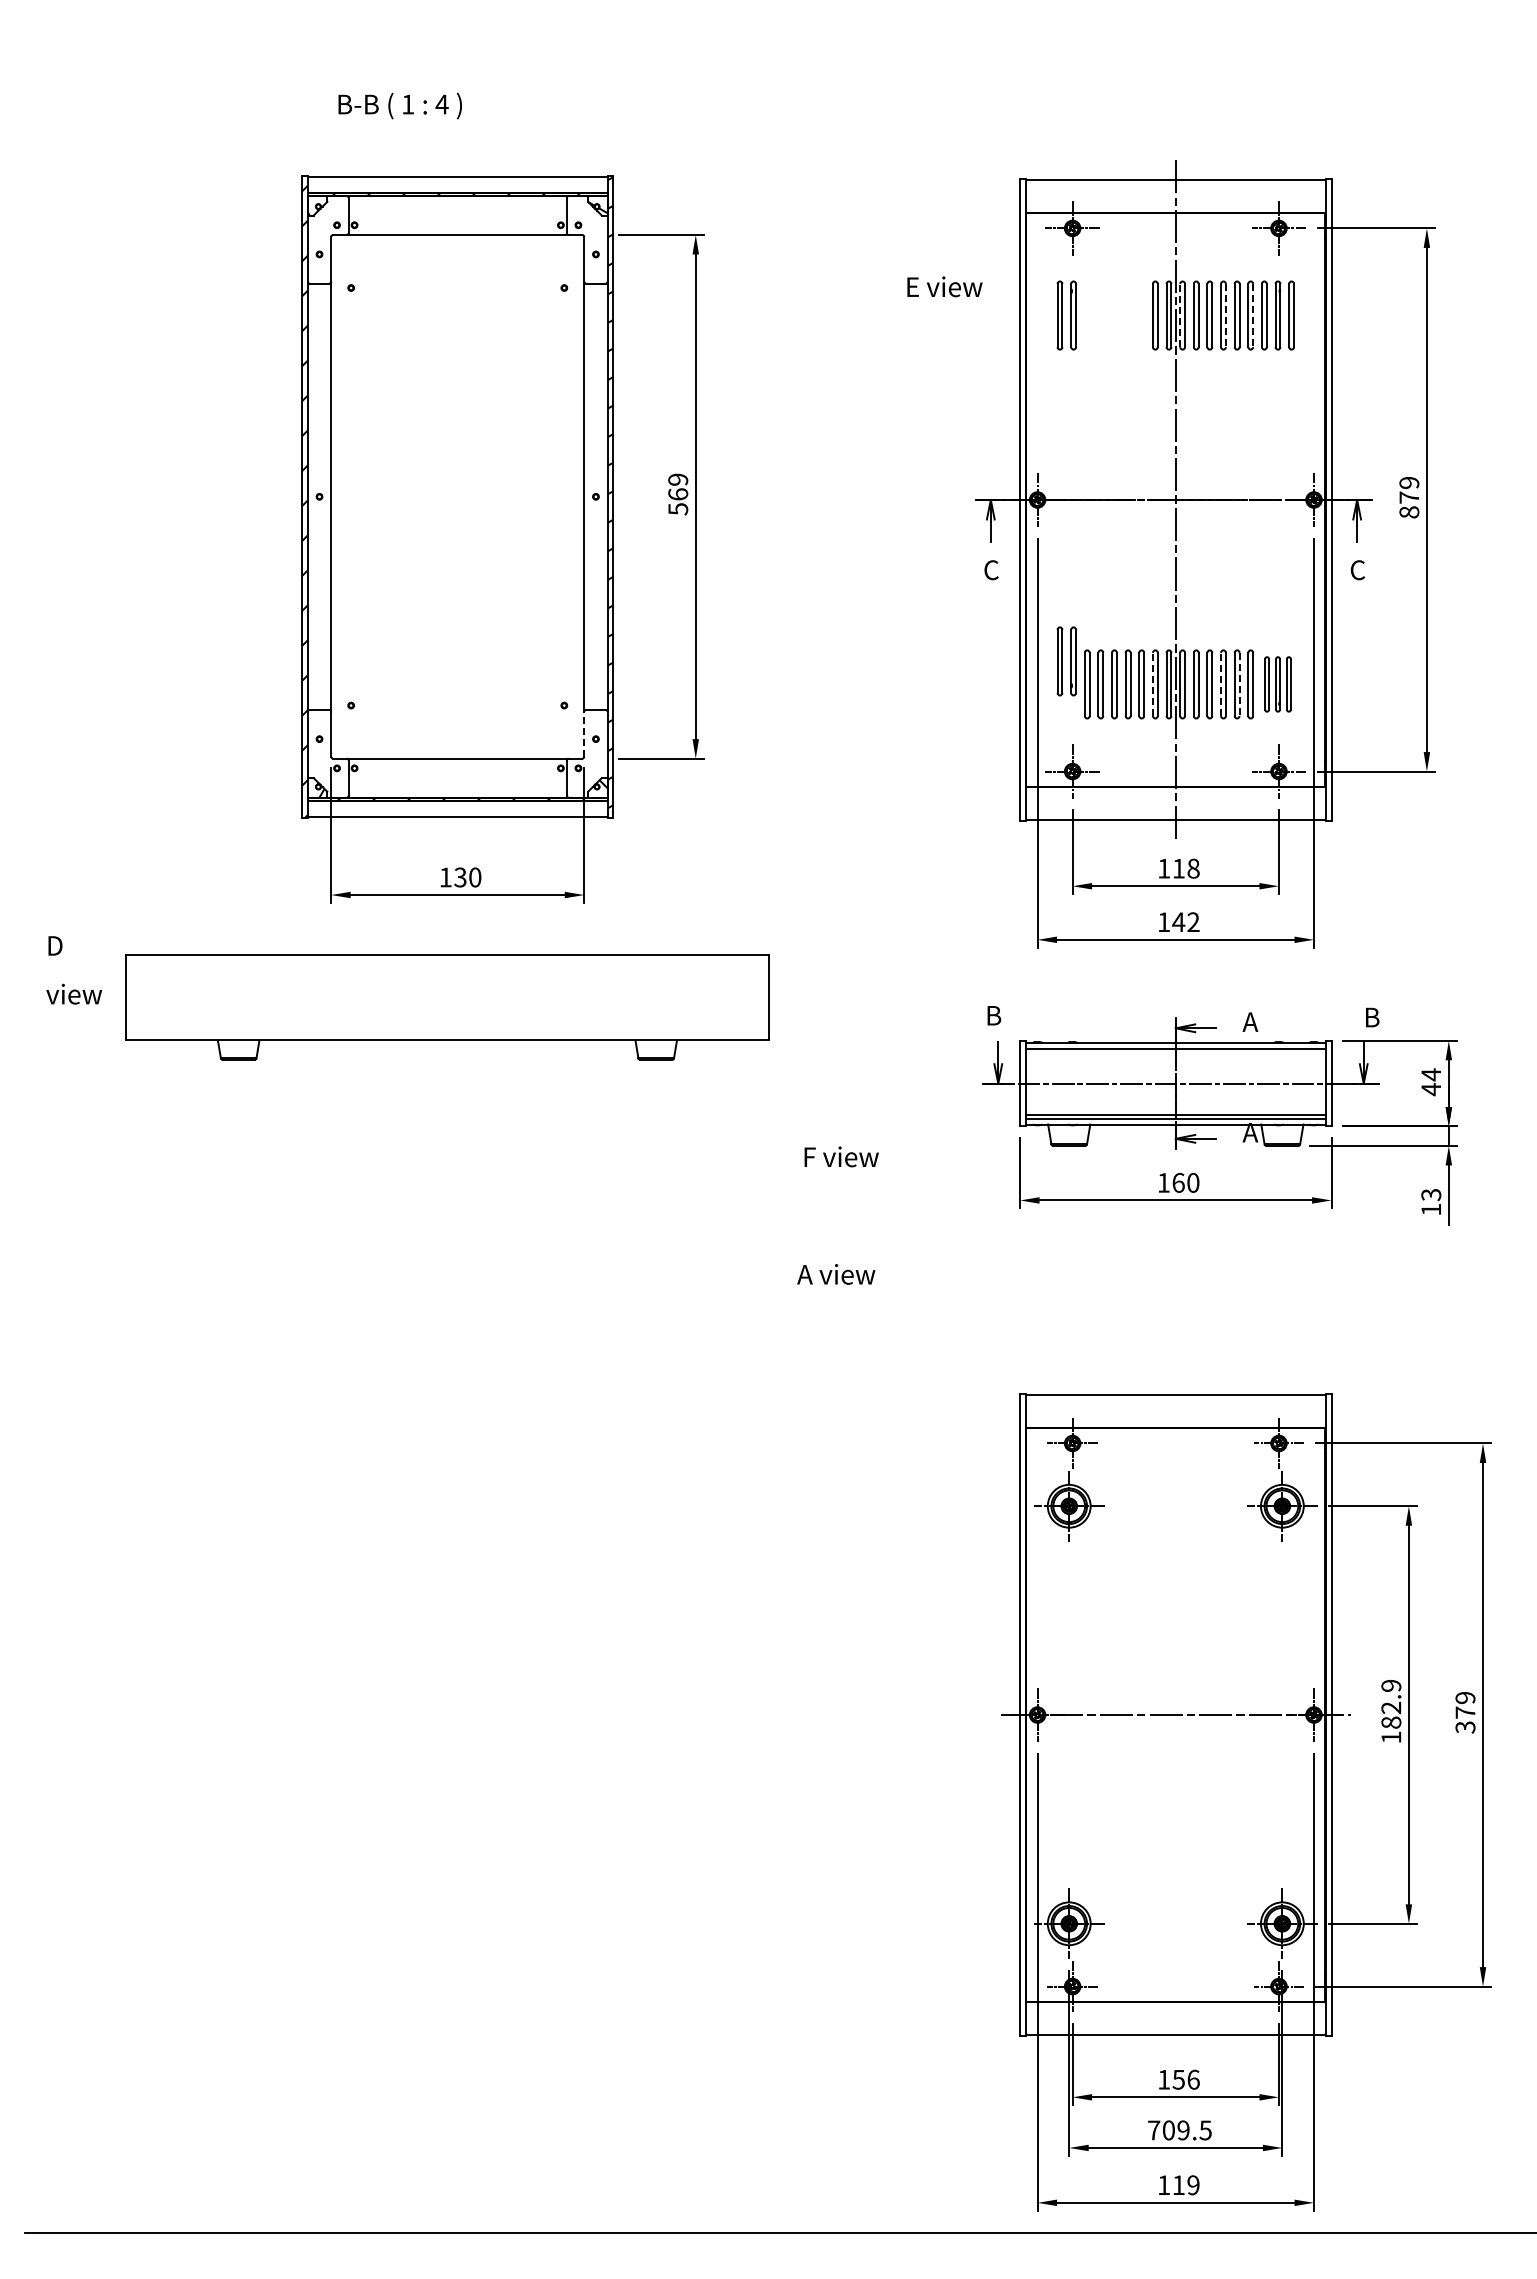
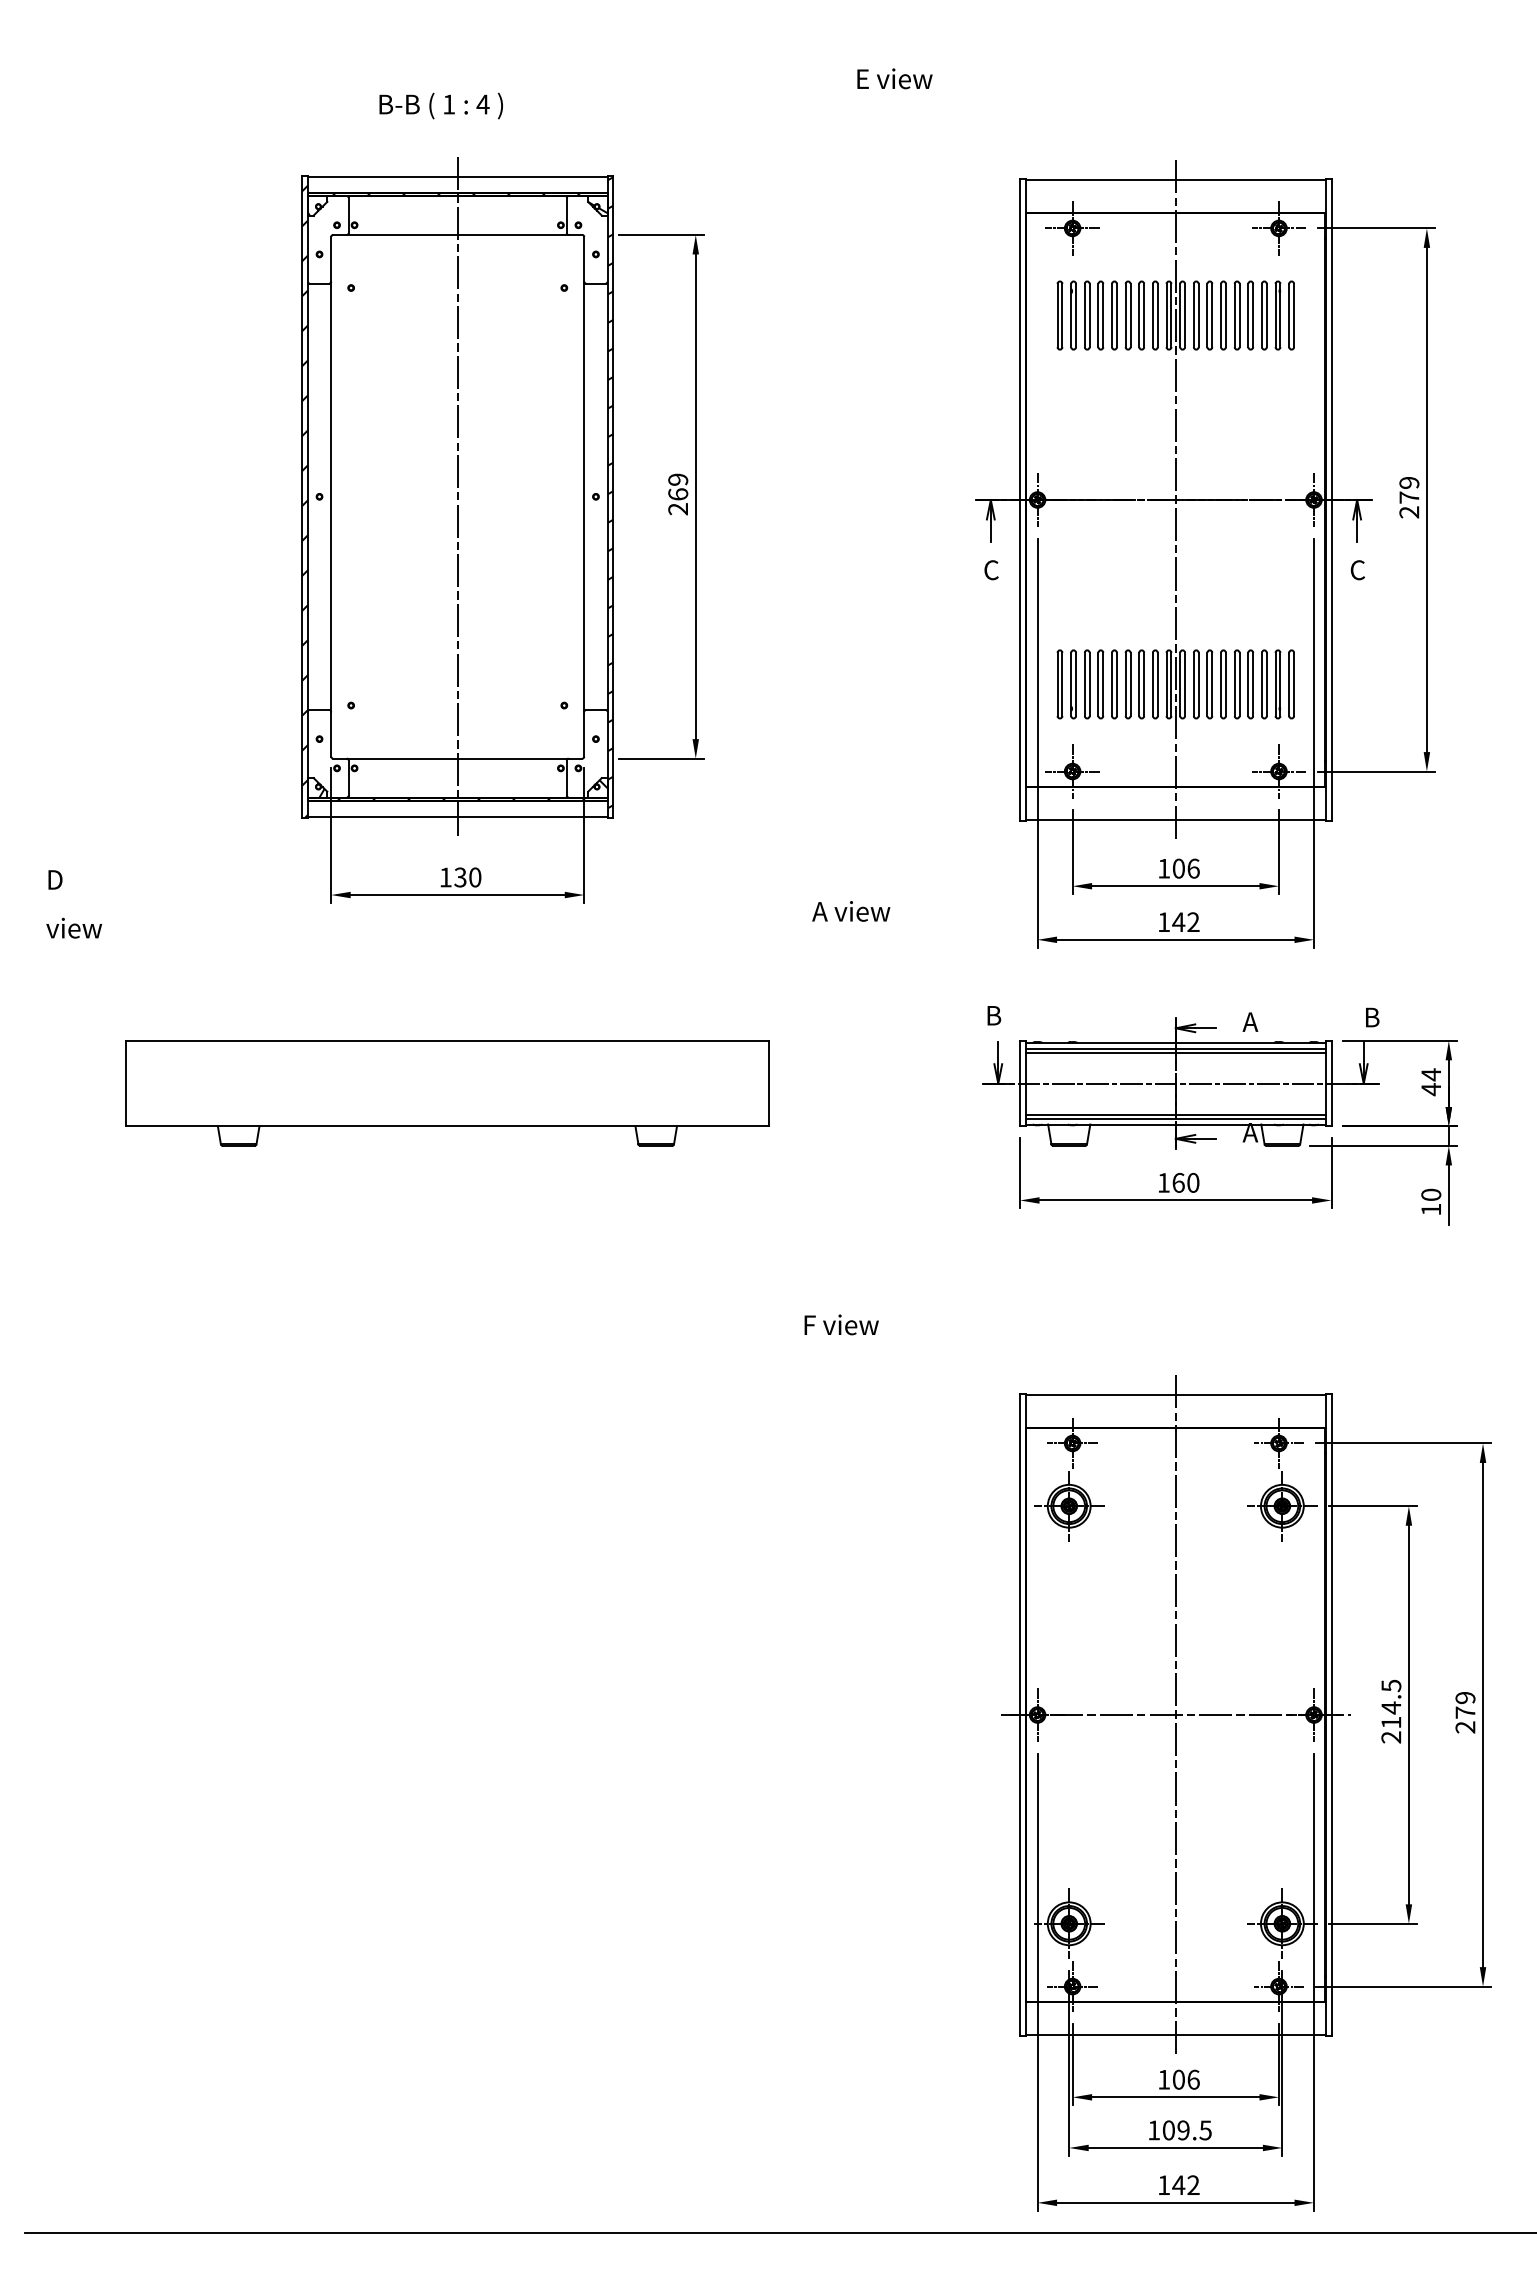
text at (399, 105) position: (399, 105) -> (440, 105)
text at (944, 286) position: (944, 286) -> (894, 78)
part at (1114, 315): none -> present
line at (1180, 315): dashed -> solid
line at (1225, 315): dashed -> solid
line at (1253, 315): dashed -> solid
line at (457, 496): none -> present
text at (678, 509): 569 -> 269
text at (1409, 512): 879 -> 279
part at (1066, 661) position: (1066, 661) -> (1066, 684)
line at (1152, 684): dashed -> solid
line at (1221, 684): dashed -> solid
line at (1239, 684): dashed -> solid
part at (1277, 684) size: 28x57 px -> 34x71 px
line at (584, 733): dashed -> solid
text at (1186, 868): 118 -> 106
text at (74, 970) position: (74, 970) -> (74, 904)
part at (447, 1007) position: (447, 1007) -> (447, 1093)
line at (1175, 1052): none -> present
text at (841, 1156) position: (841, 1156) -> (841, 1324)
text at (1431, 1194): 13 -> 10
text at (836, 1274) position: (836, 1274) -> (851, 911)
text at (1391, 1711): 182.9 -> 214.5
line at (1175, 1714): none -> present
text at (1465, 1727): 379 -> 279
text at (1178, 2079): 156 -> 106
text at (1154, 2130): 709.5 -> 109.5
text at (1185, 2185): 119 -> 142
